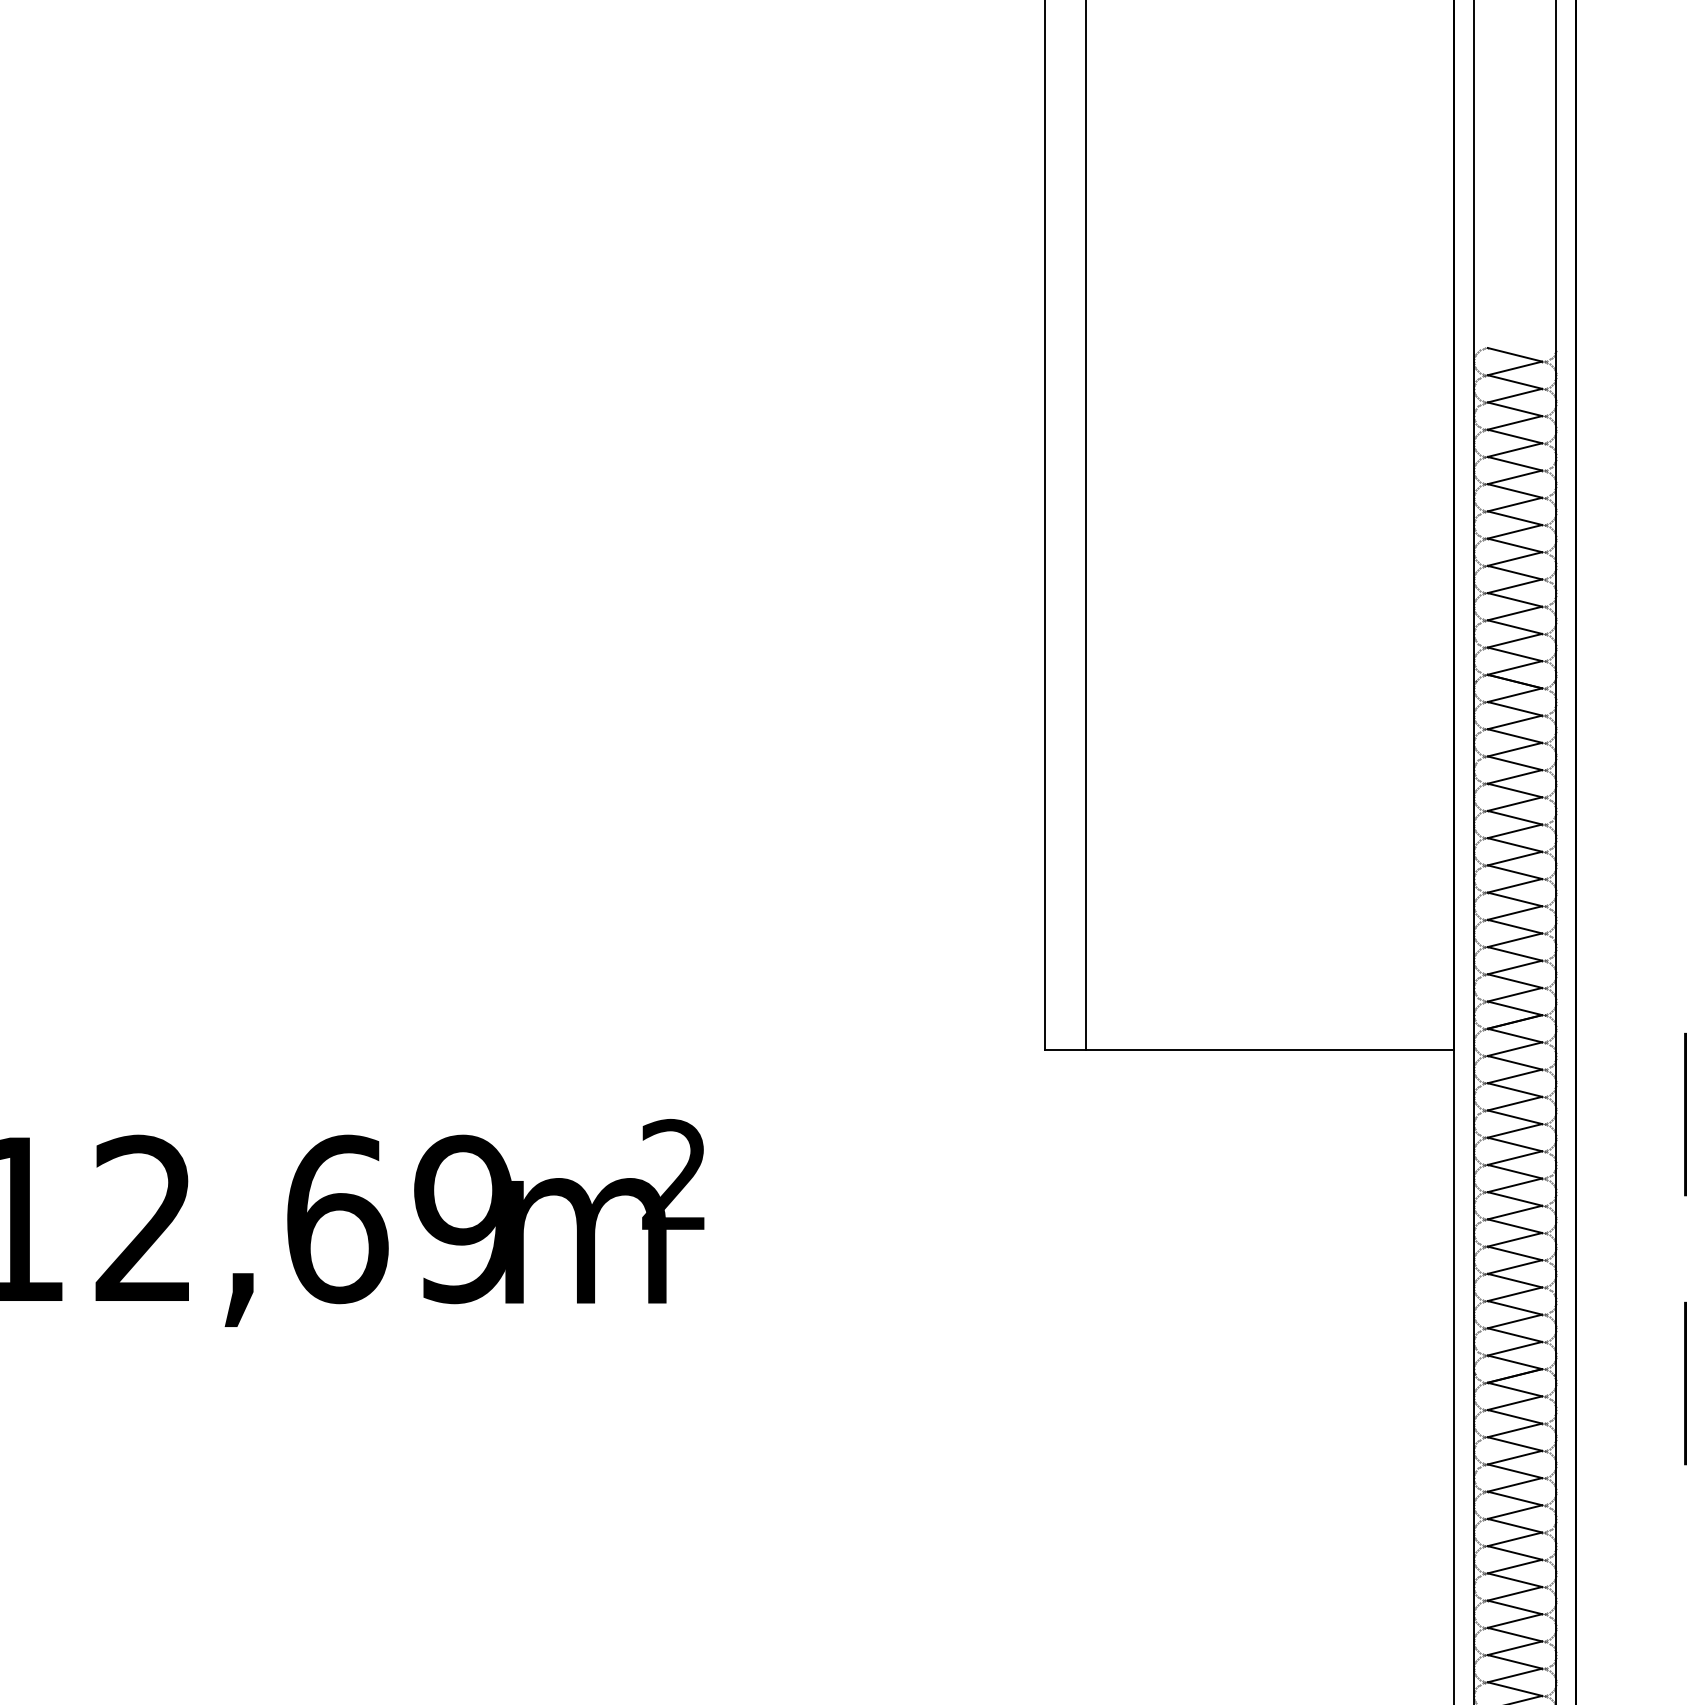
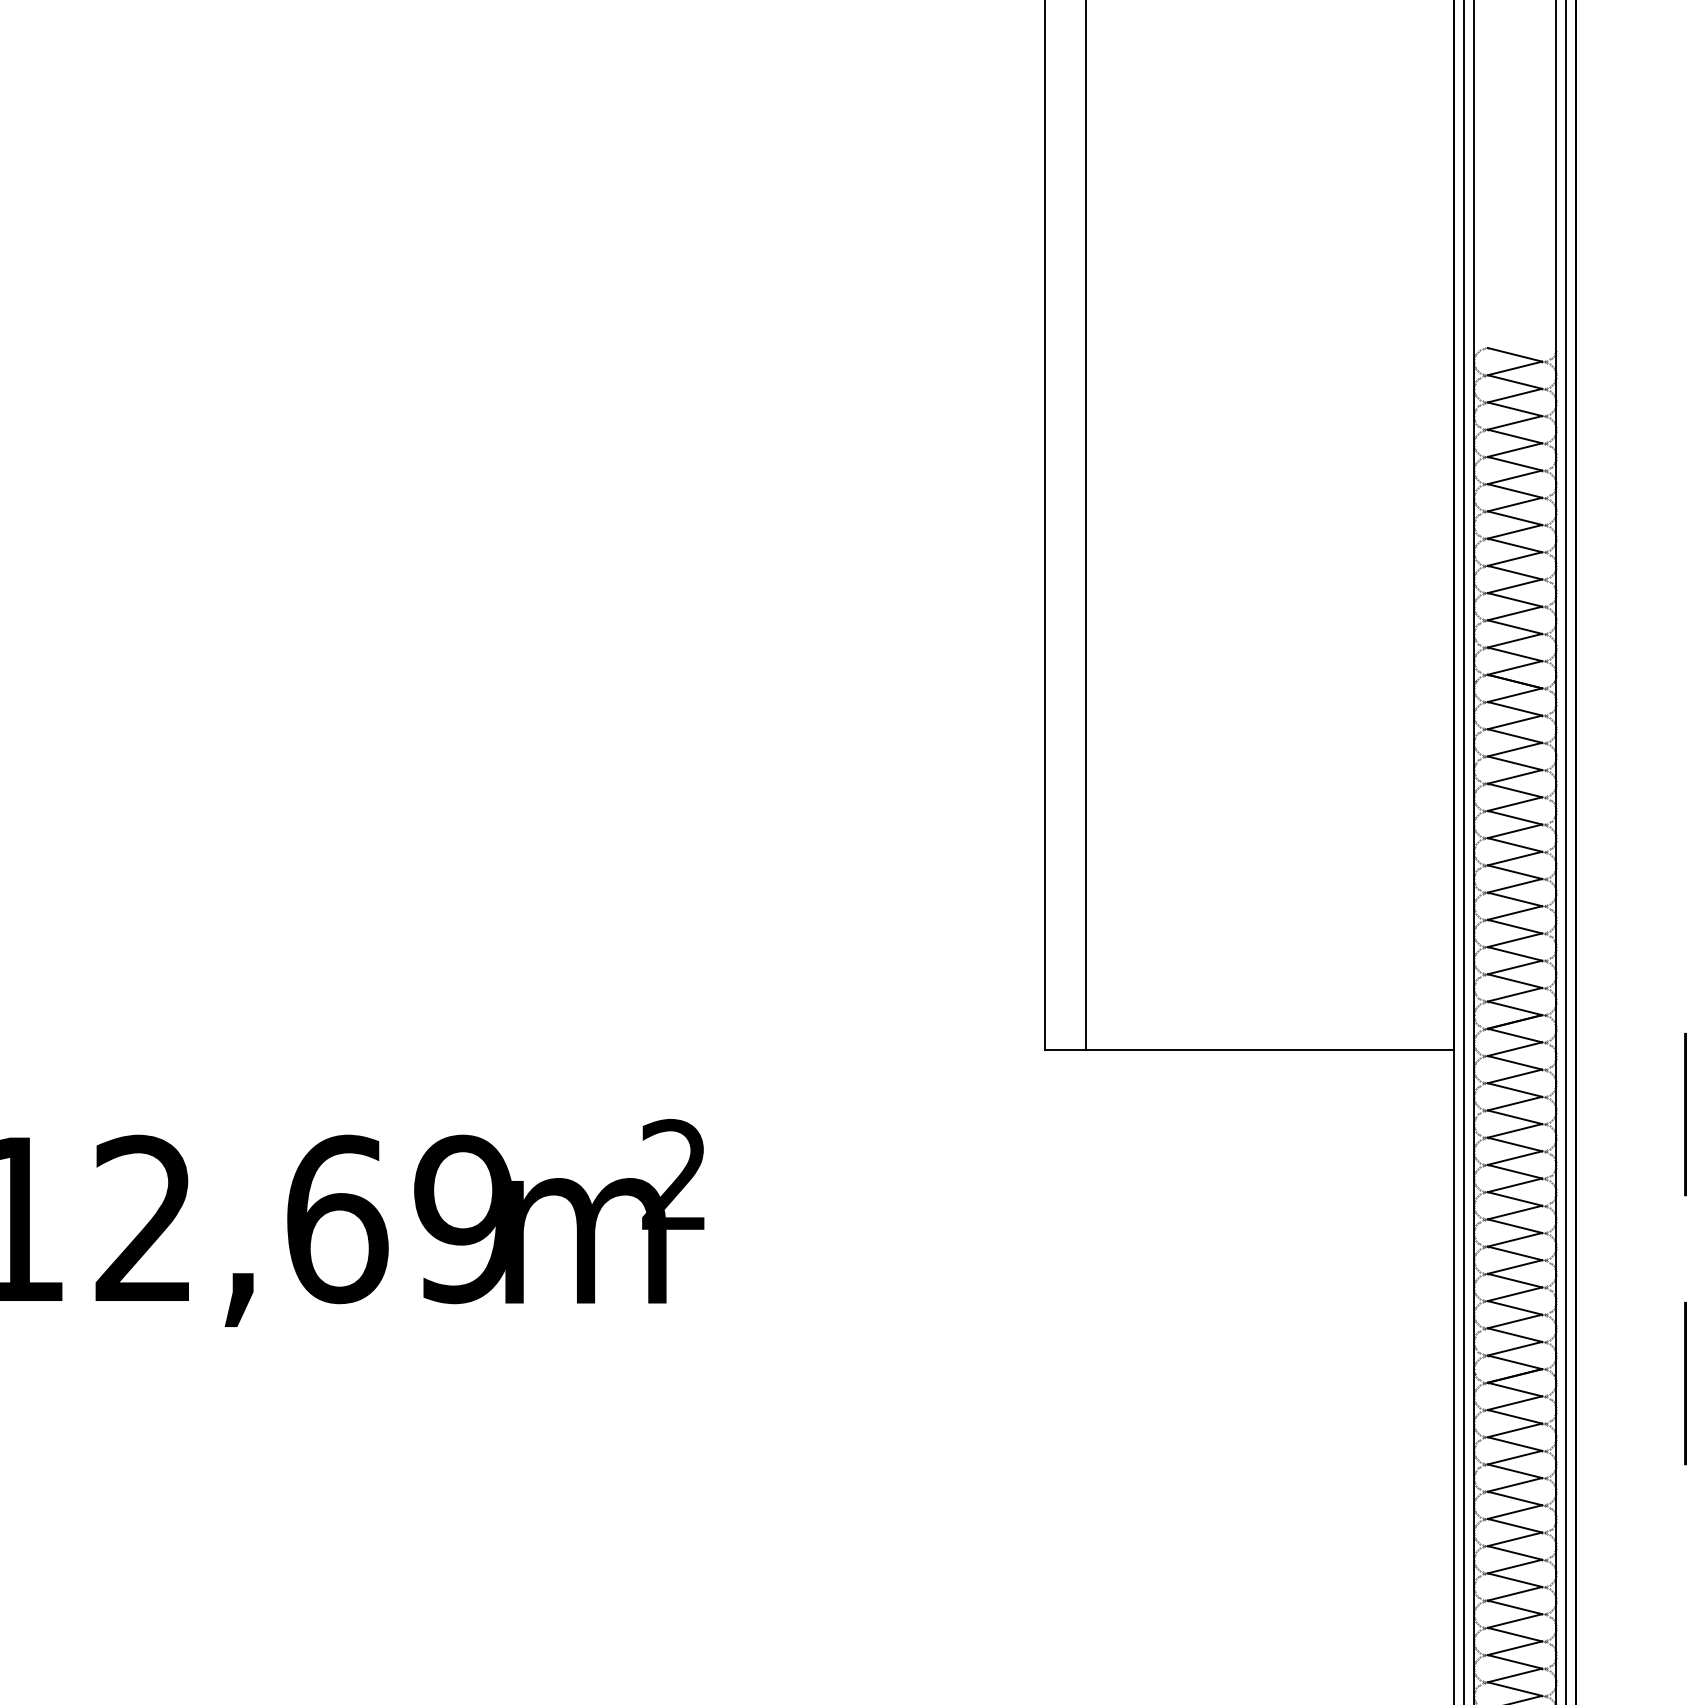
line at (1463, 851): none -> present
line at (1566, 851): none -> present
